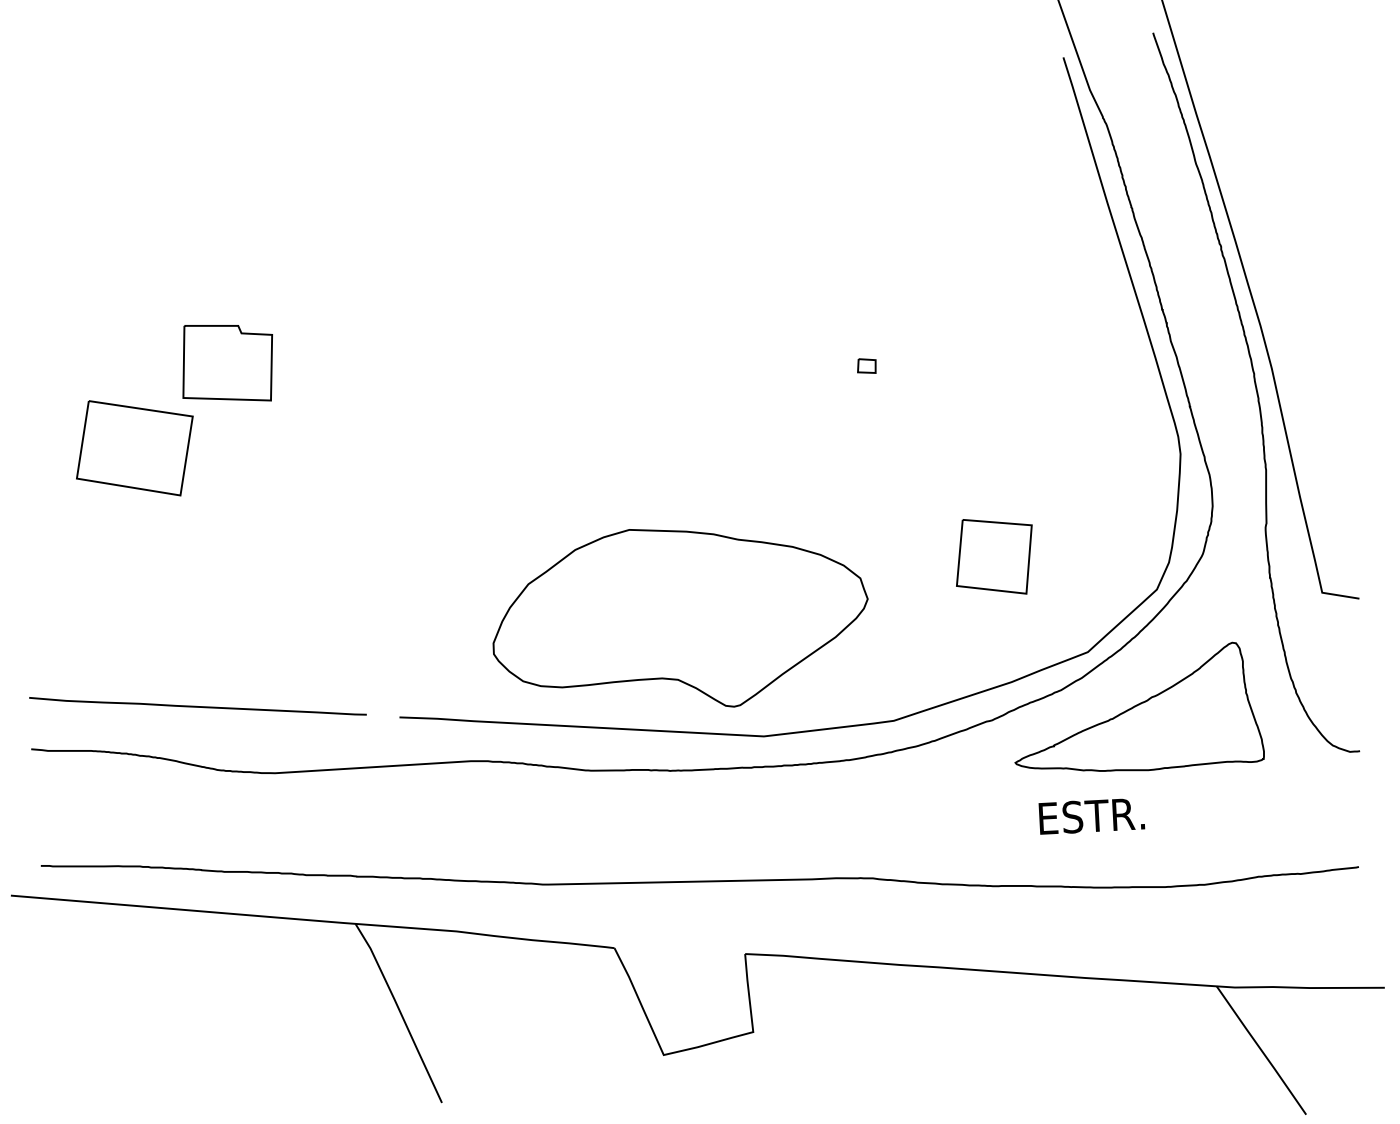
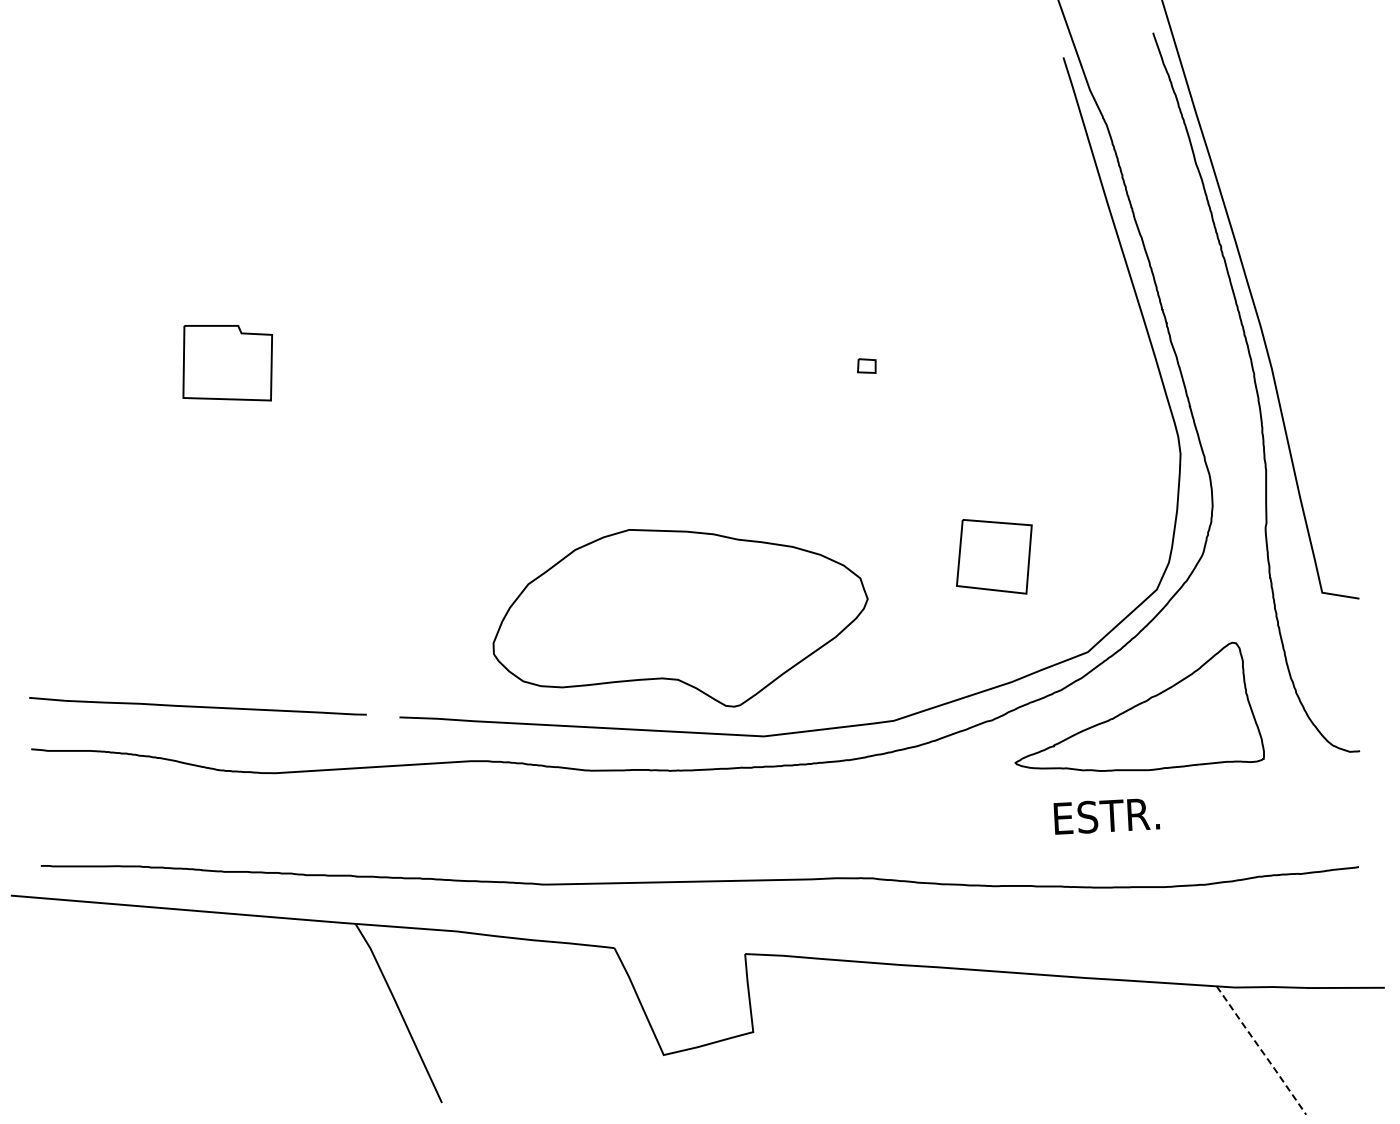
part at (134, 448): present -> none
text at (1091, 816) position: (1091, 816) -> (1106, 816)
line at (1261, 1050): solid -> dashed
